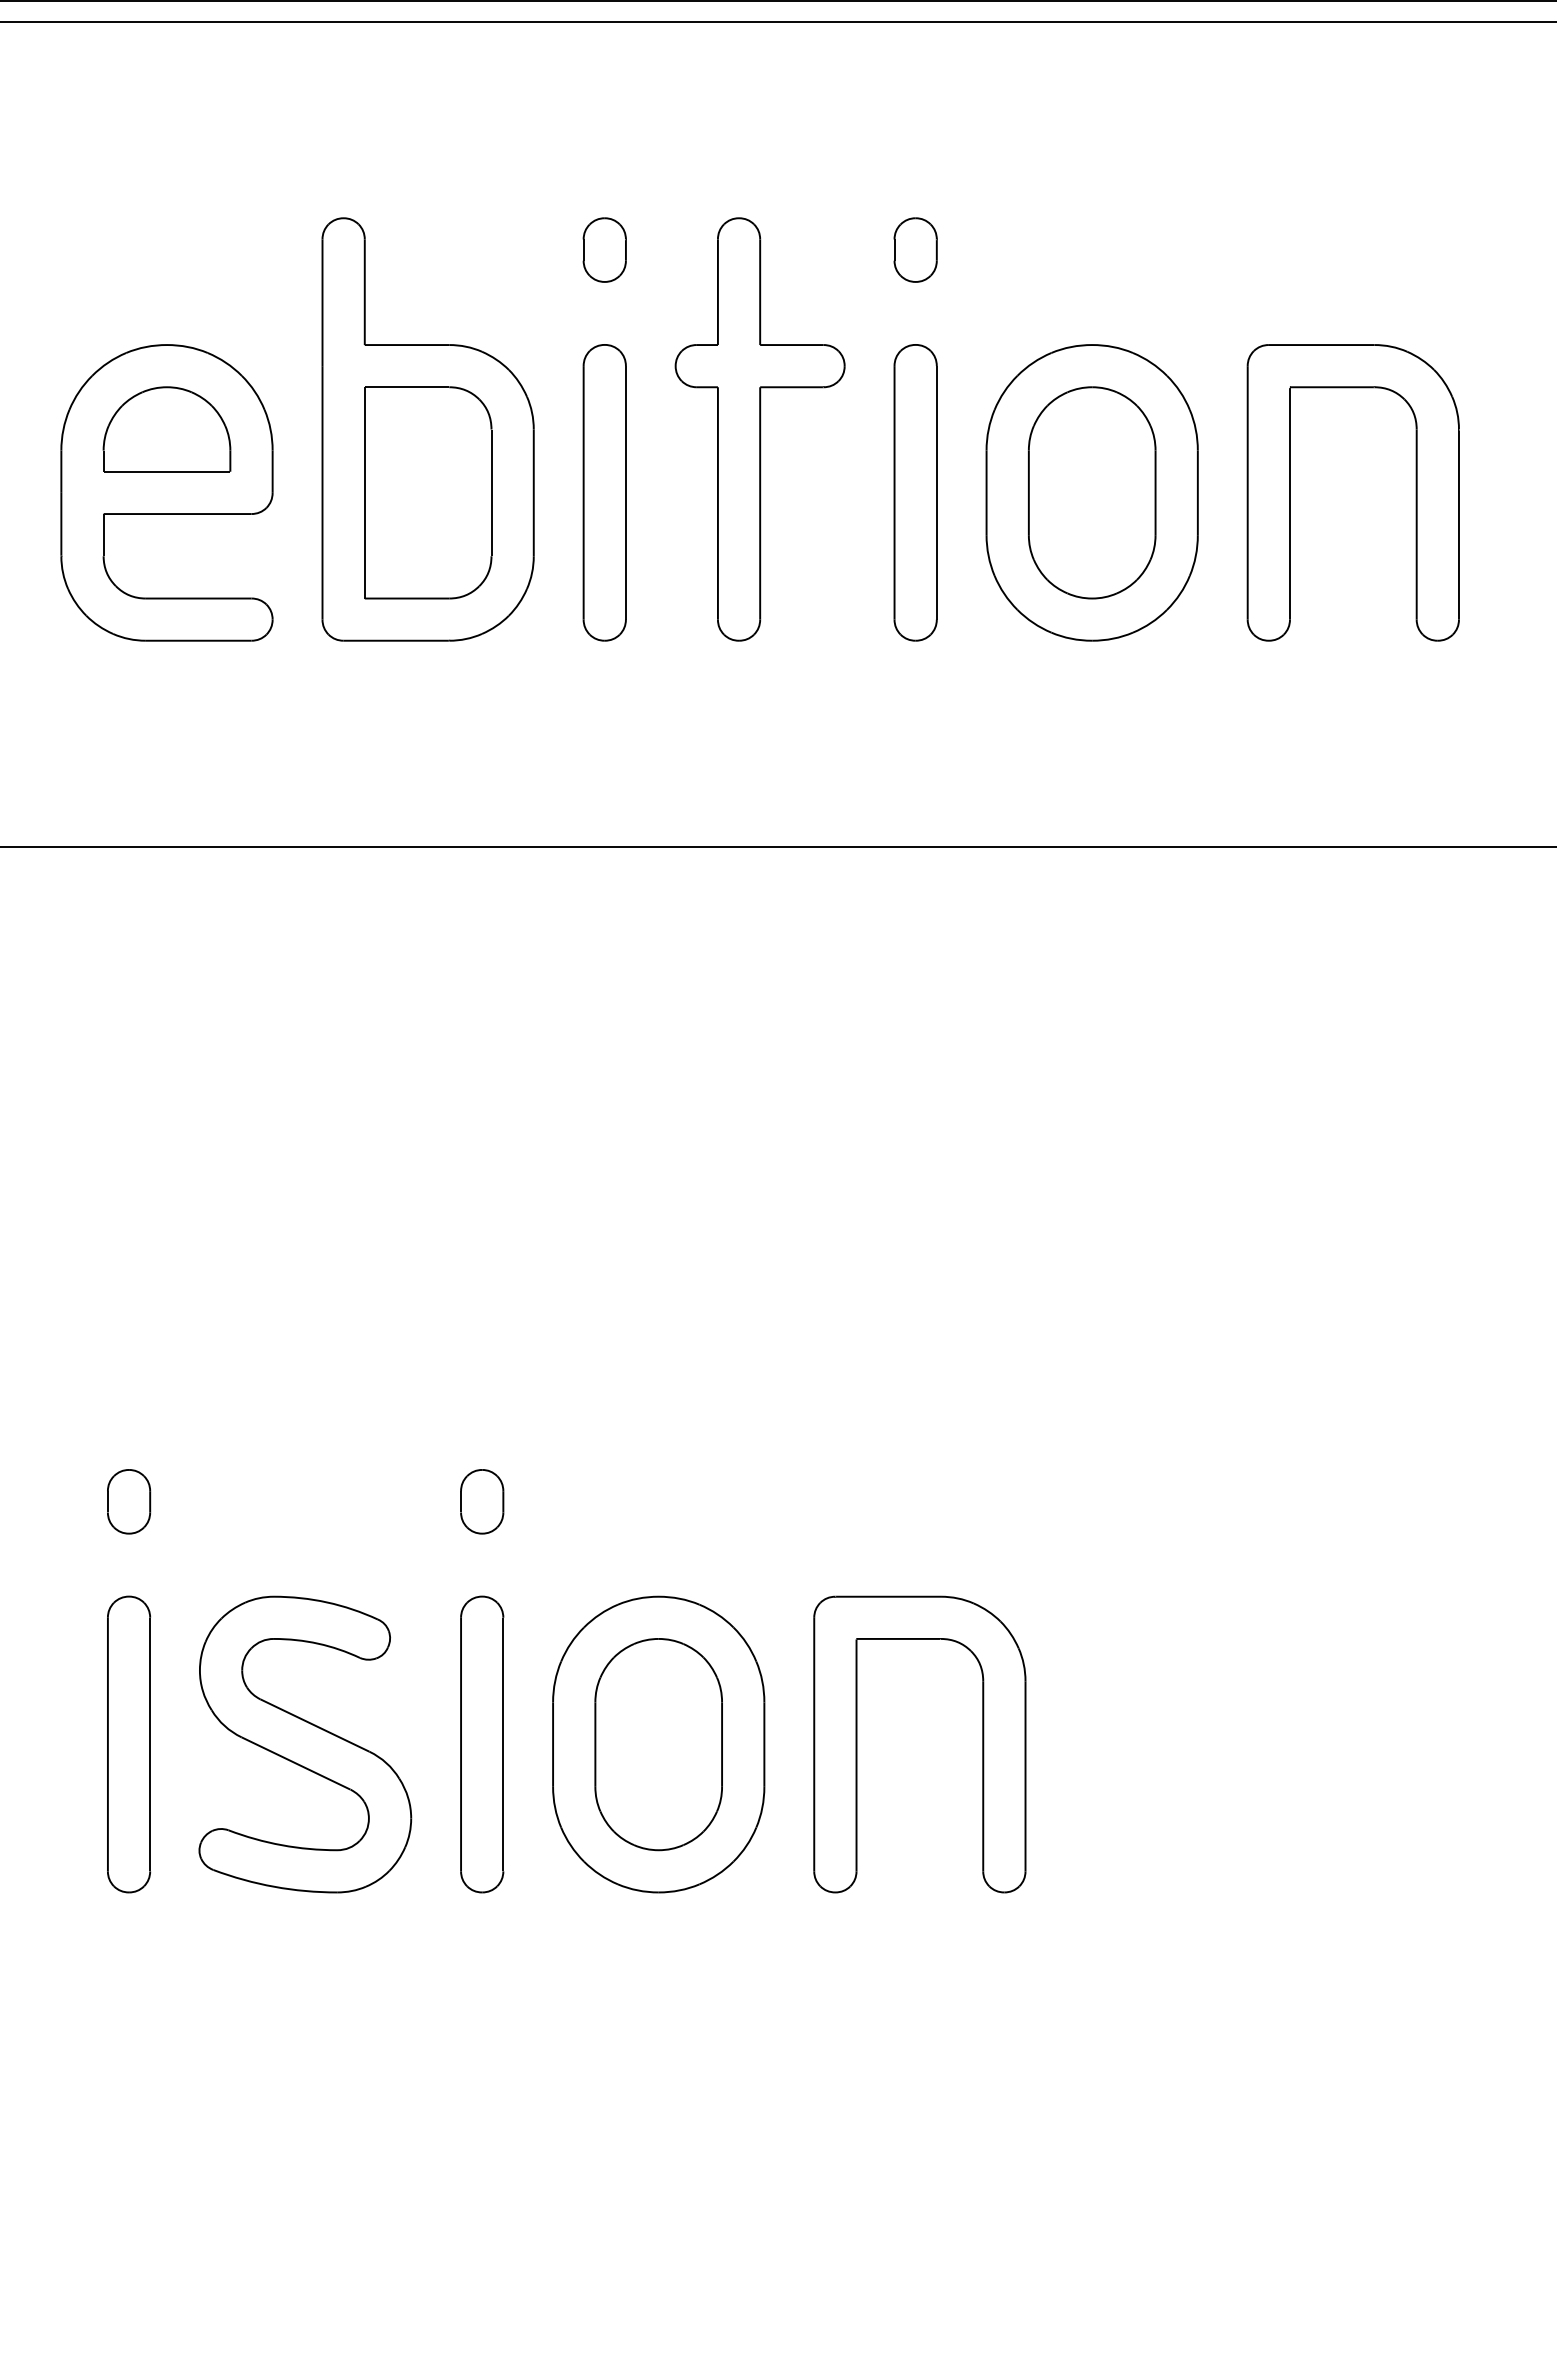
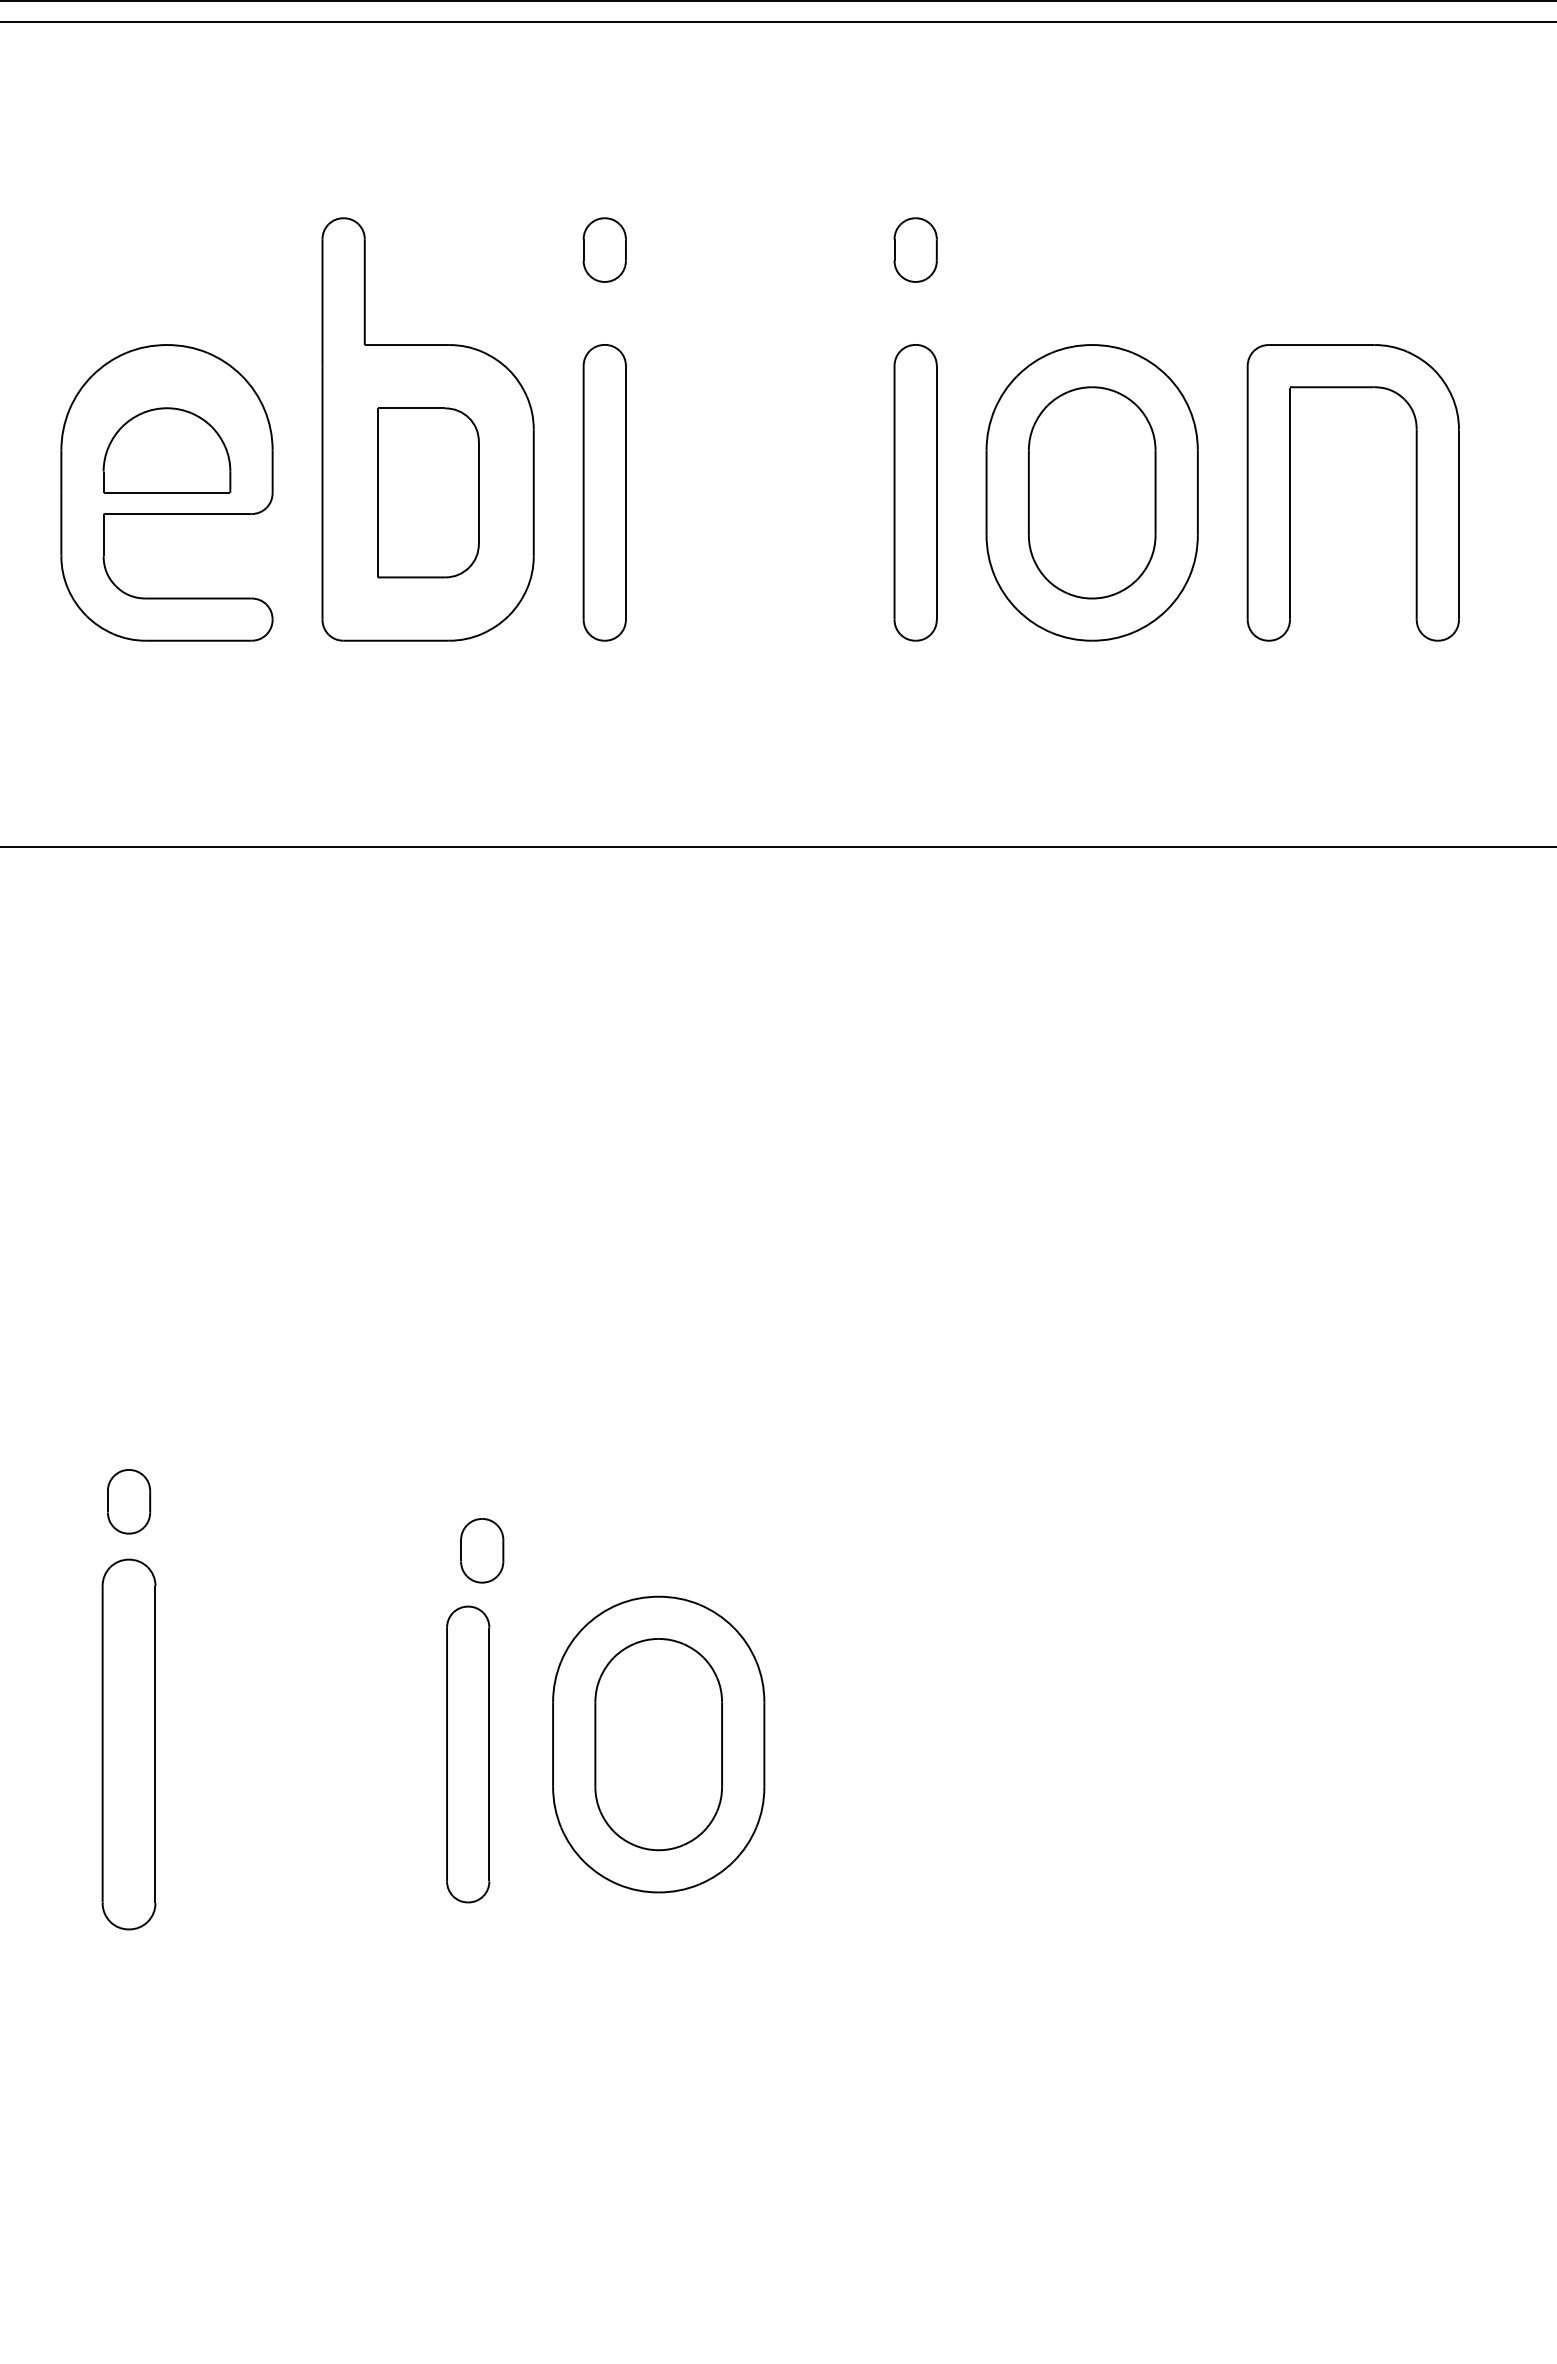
part at (166, 429) position: (166, 429) -> (166, 450)
part at (759, 429): present -> none
part at (428, 492) size: 129x214 px -> 103x172 px
part at (482, 1501) position: (482, 1501) -> (482, 1550)
part at (128, 1744) size: 44x299 px -> 56x373 px
part at (305, 1744): present -> none
part at (482, 1744) position: (482, 1744) -> (468, 1754)
part at (857, 1744): present -> none
